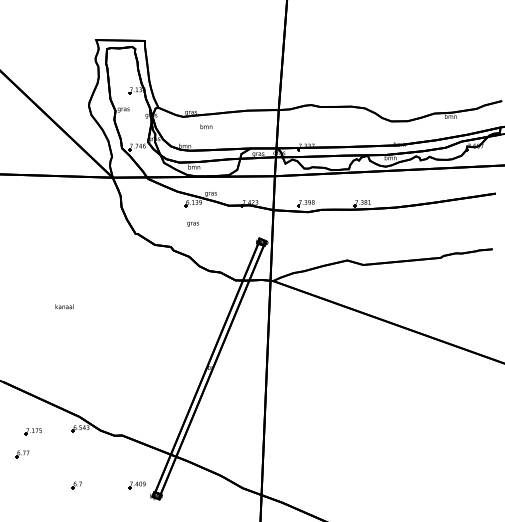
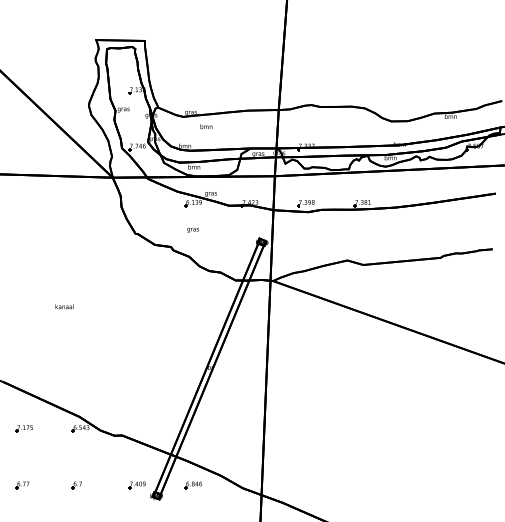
text at (192, 223) position: (192, 223) -> (192, 229)
part at (32, 431) position: (32, 431) -> (23, 428)
part at (22, 454) position: (22, 454) -> (22, 485)
part at (192, 485): none -> present
